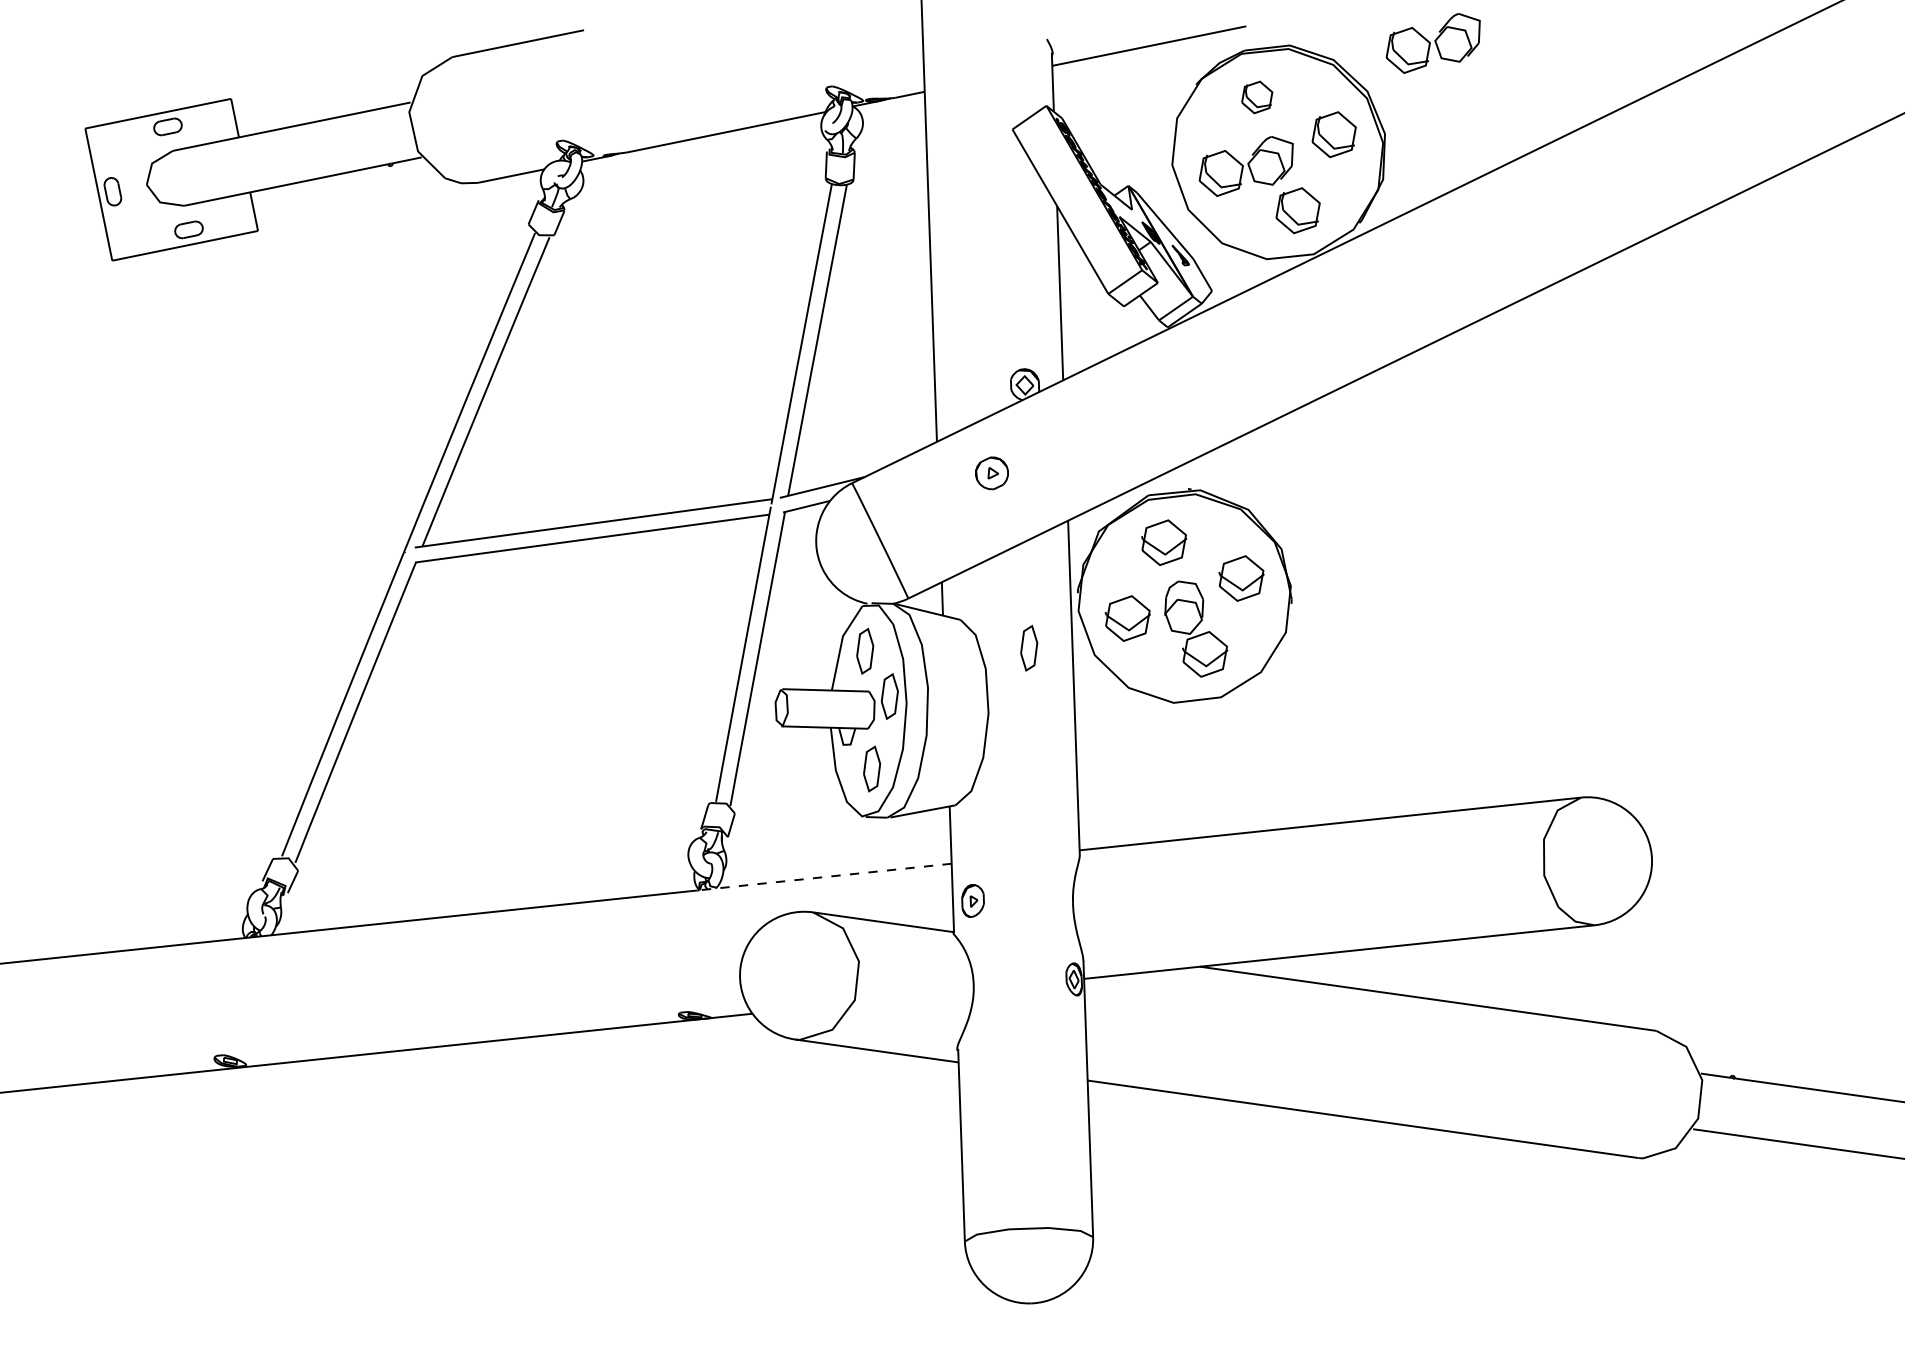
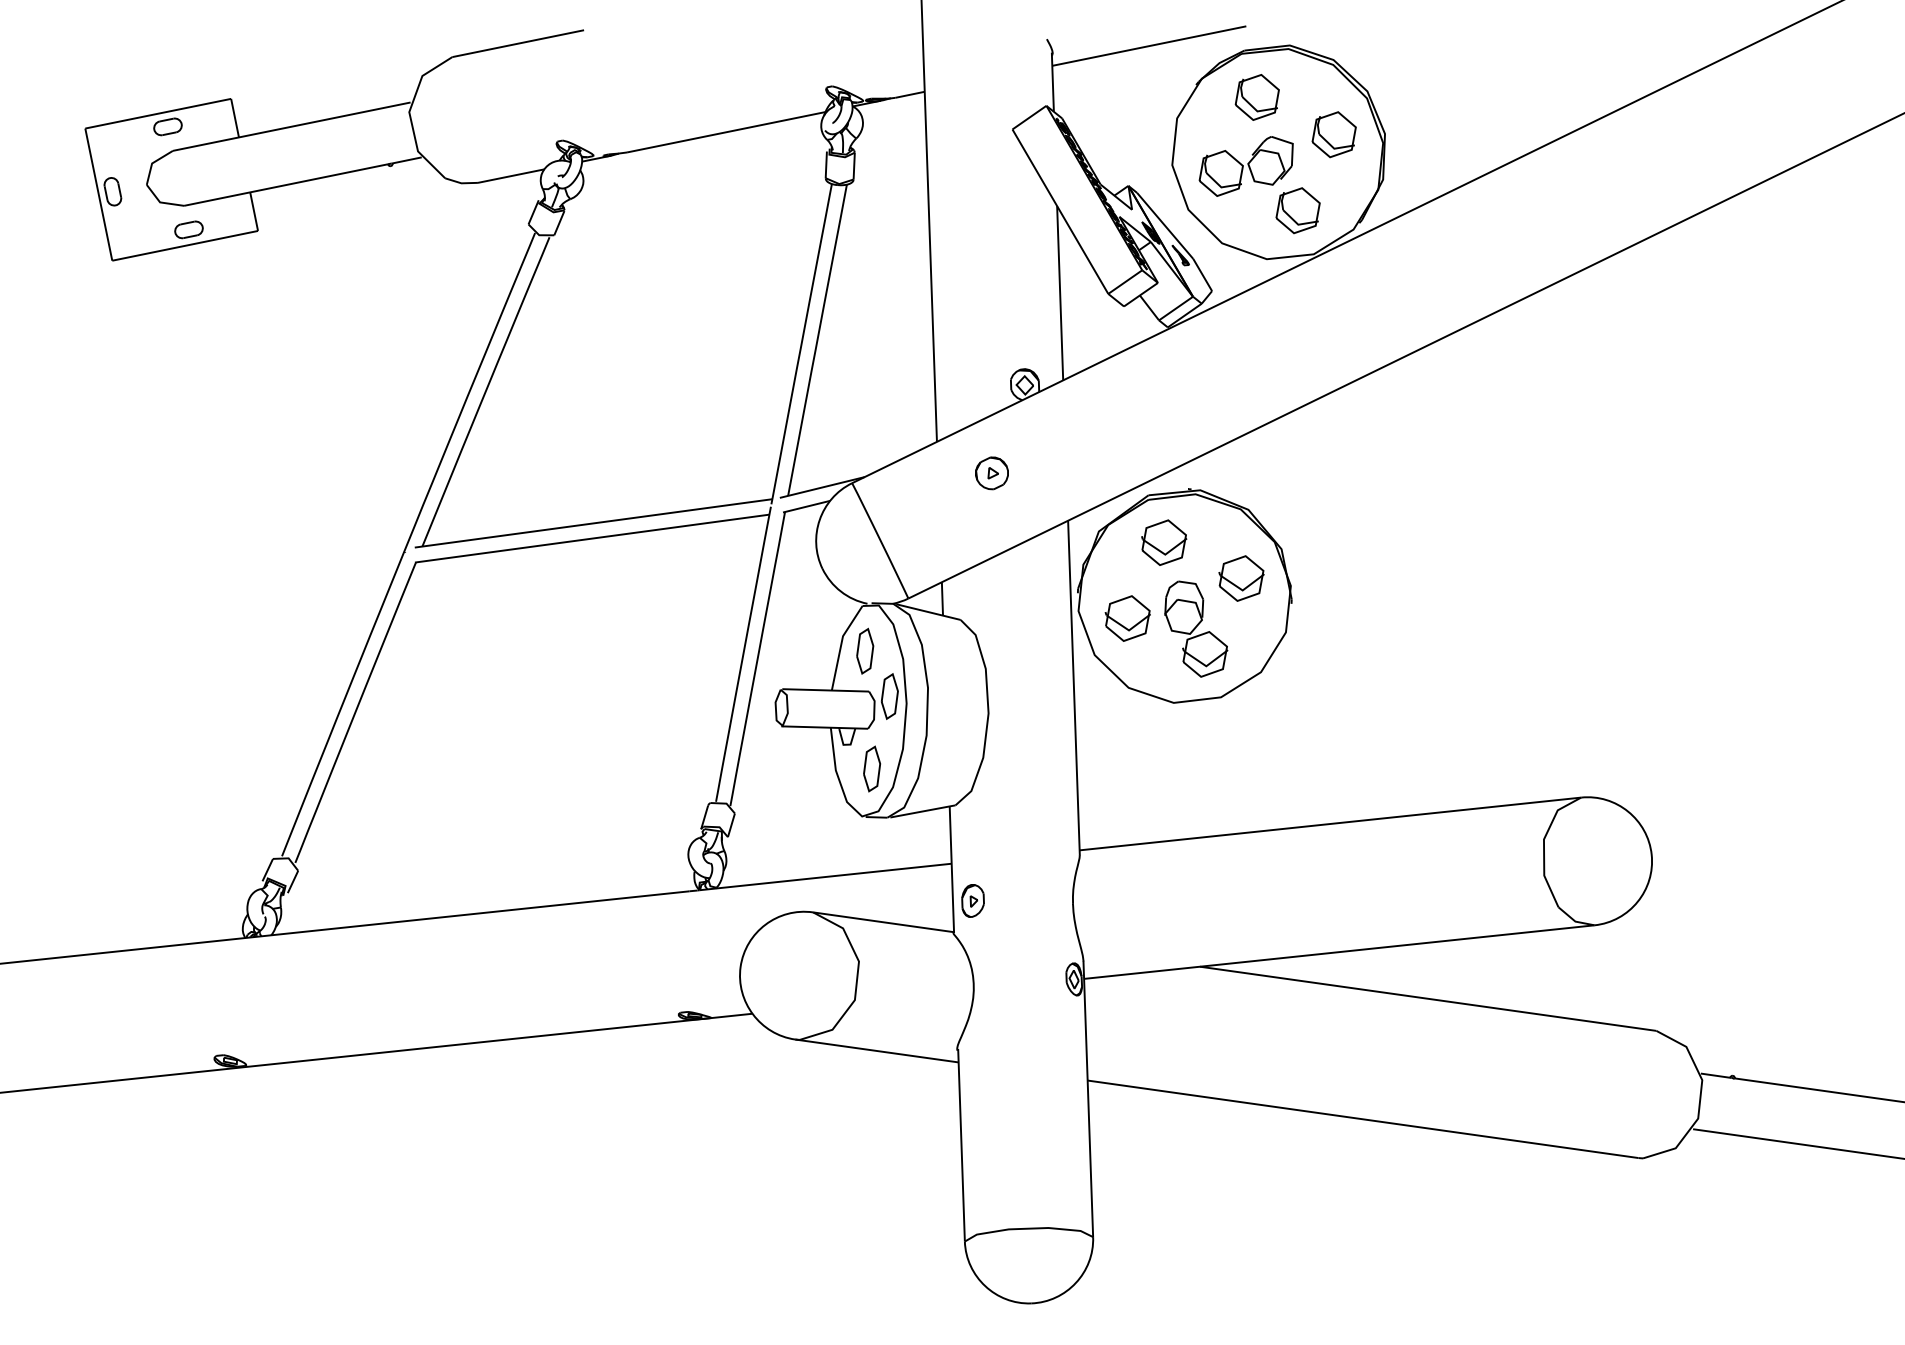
part at (1432, 43): present -> none
part at (1257, 97) size: 33x35 px -> 46x47 px
part at (1029, 647): present -> none
line at (825, 877): dashed -> solid
